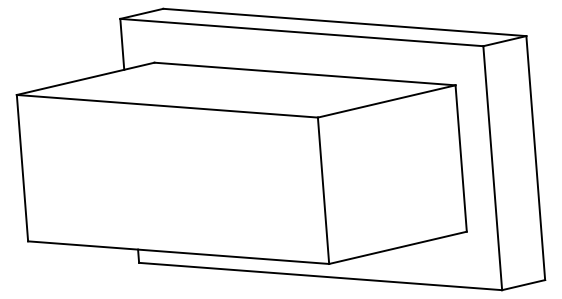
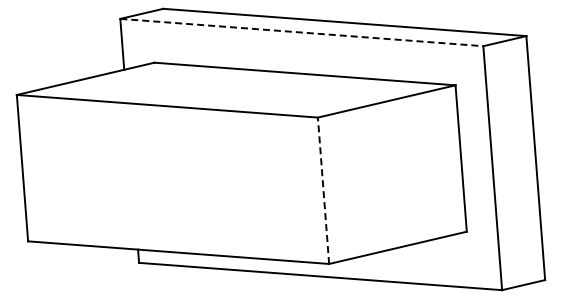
line at (302, 32): solid -> dashed
line at (323, 190): solid -> dashed
